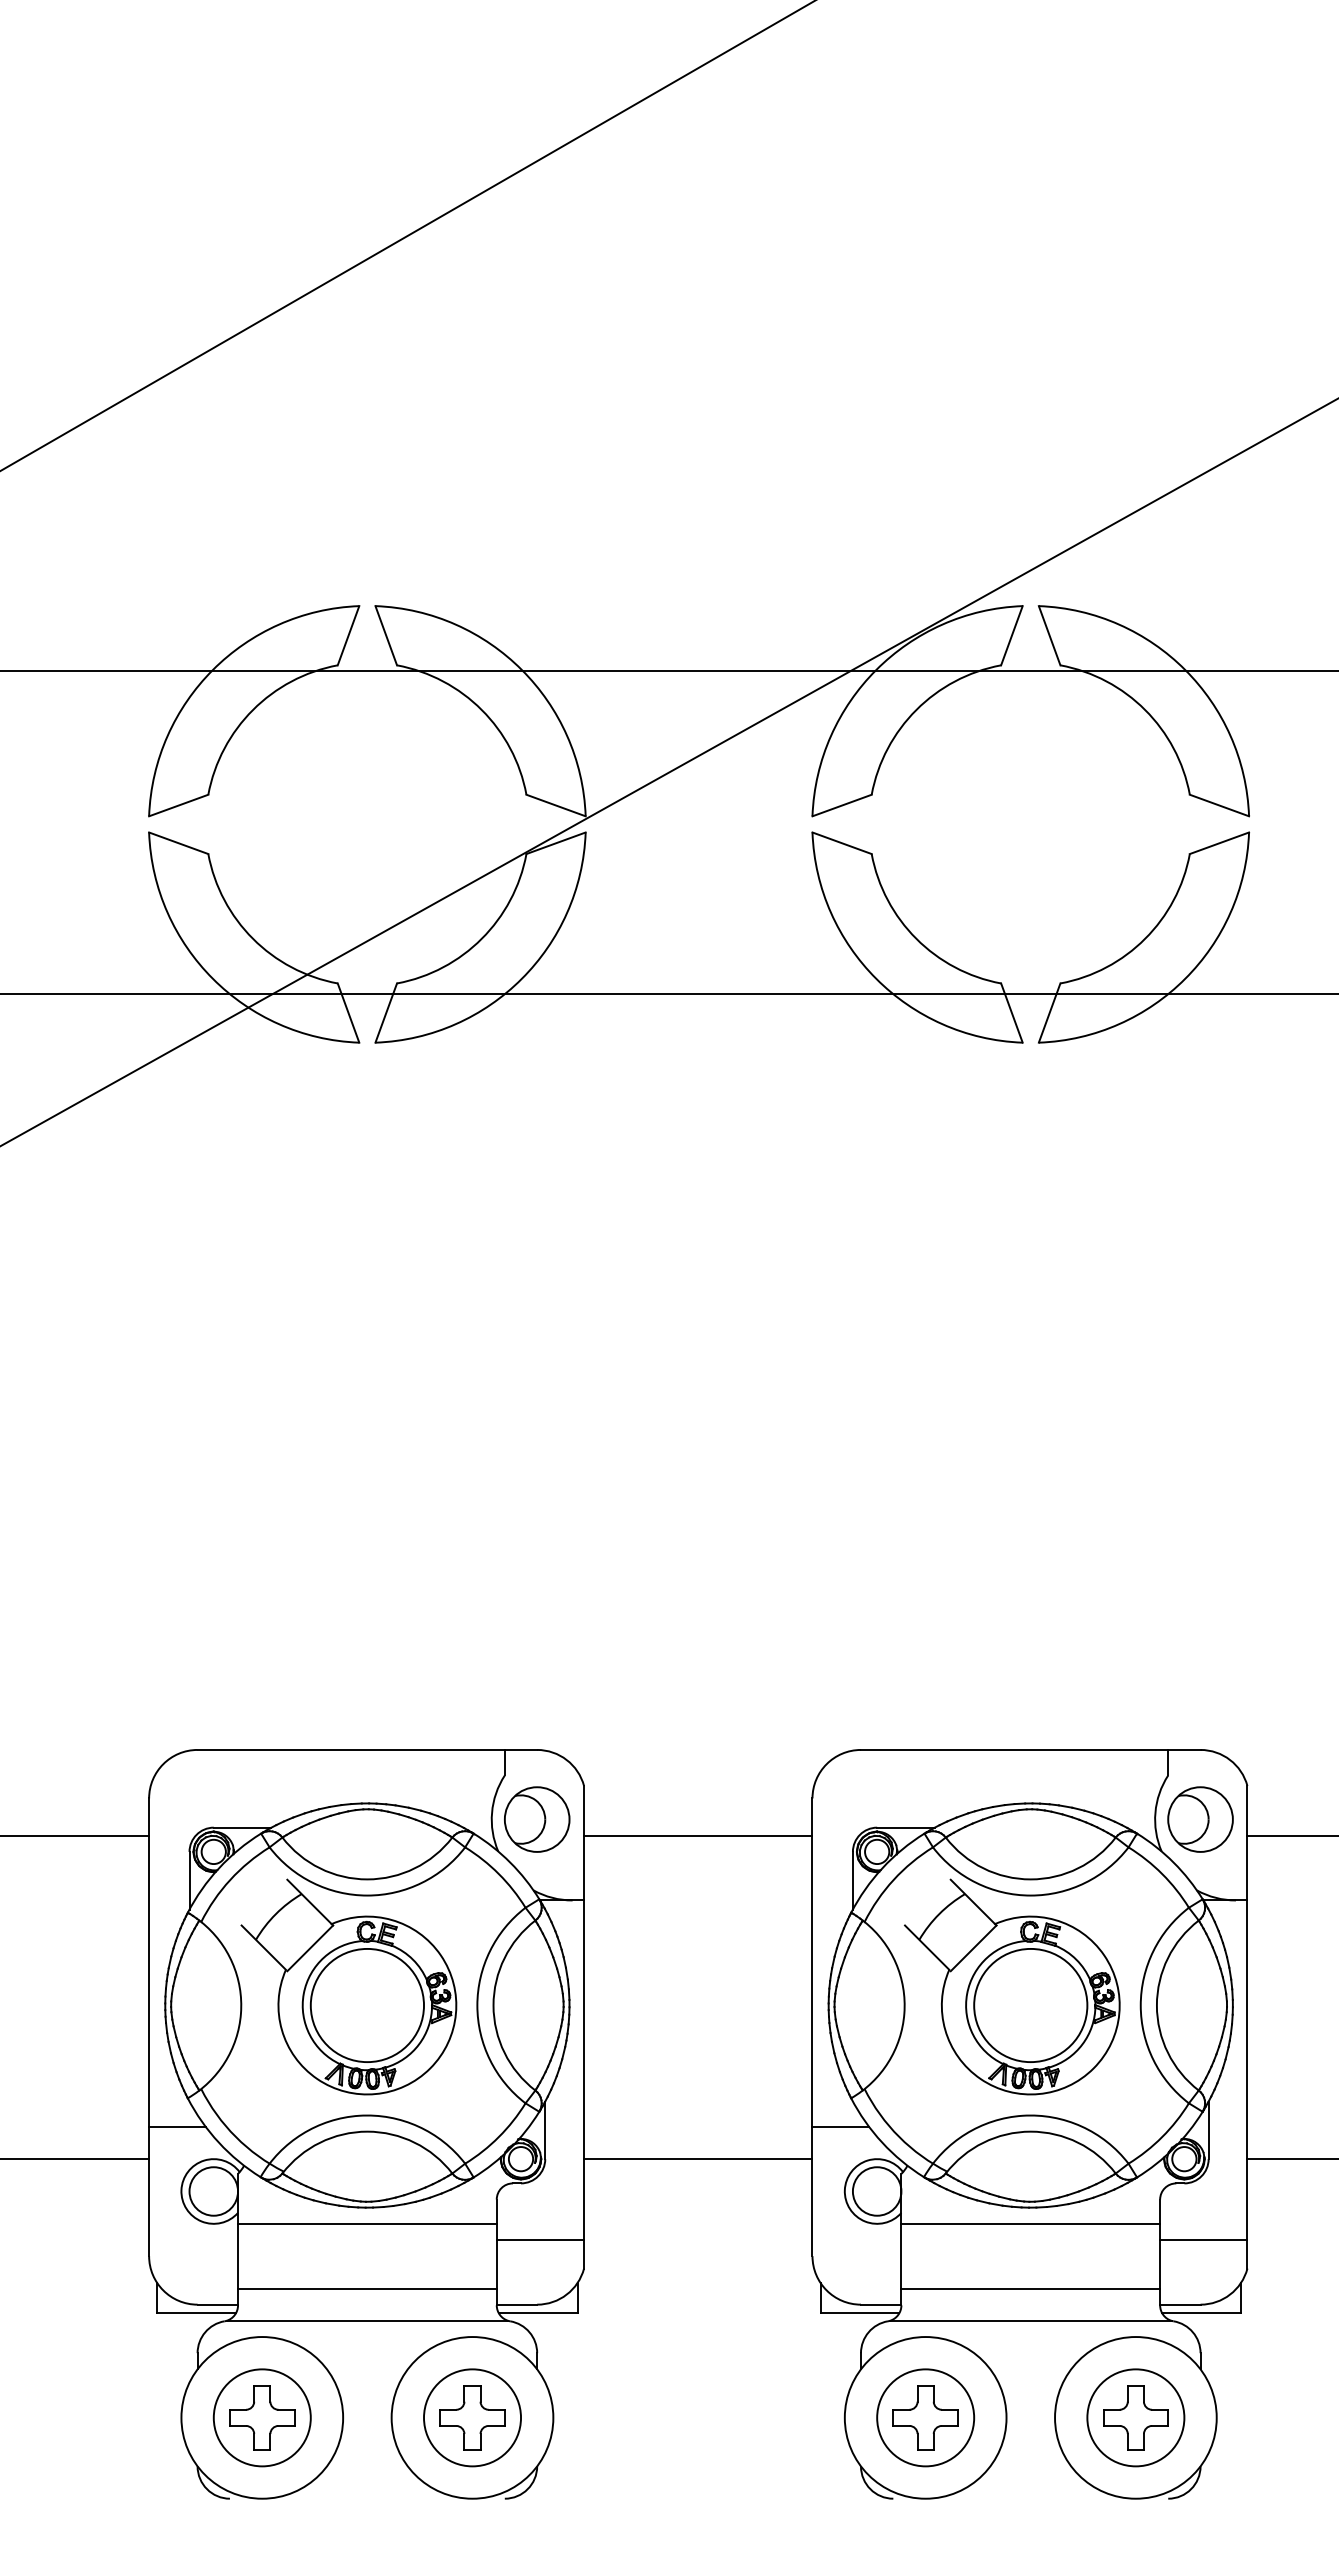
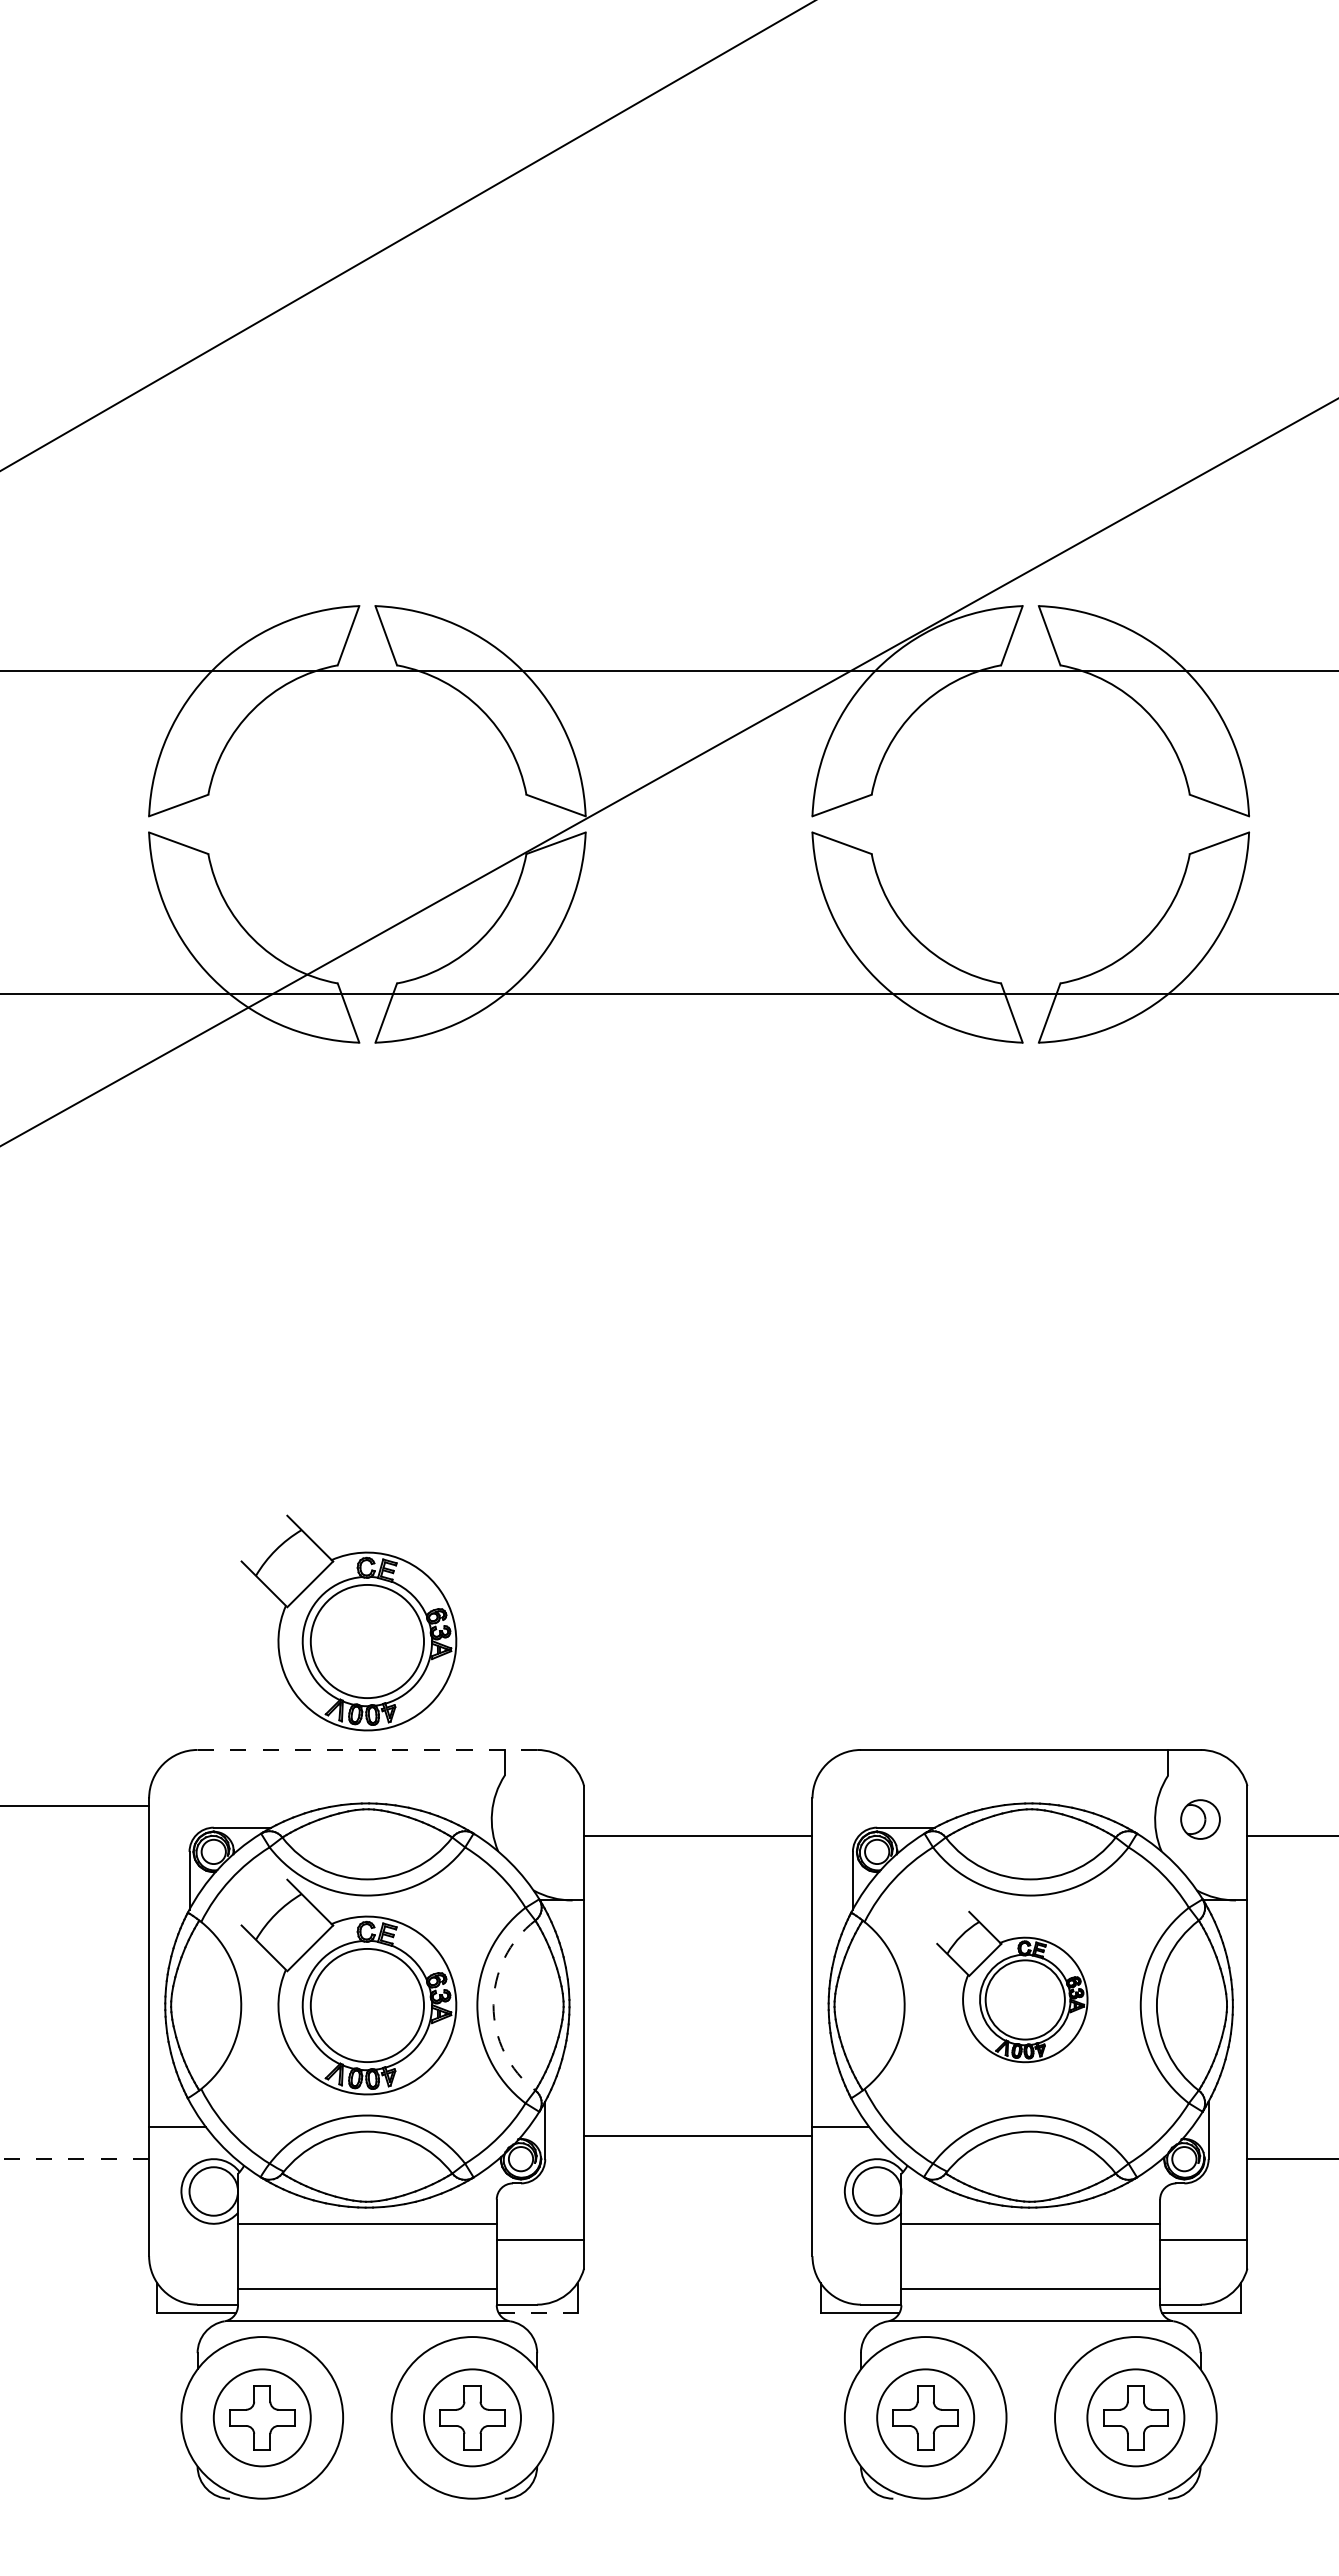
part at (348, 1622): none -> present
line at (367, 1749): solid -> dashed
part at (537, 1819): present -> none
part at (1200, 1819) size: 67x67 px -> 41x41 px
line at (75, 1835) position: (75, 1835) -> (75, 1805)
part at (1012, 1986) size: 217x218 px -> 153x154 px
arc at (493, 2005): solid -> dashed
line at (74, 2159): solid -> dashed
line at (698, 2159) position: (698, 2159) -> (698, 2136)
line at (538, 2312): solid -> dashed
